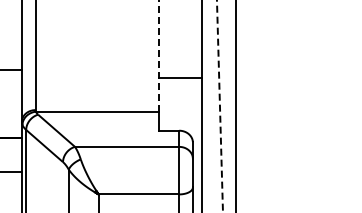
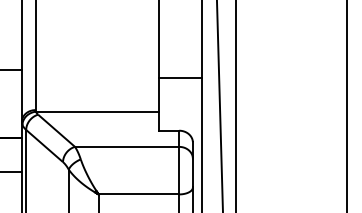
line at (158, 56): dashed -> solid
line at (346, 105): none -> present
line at (219, 106): dashed -> solid
